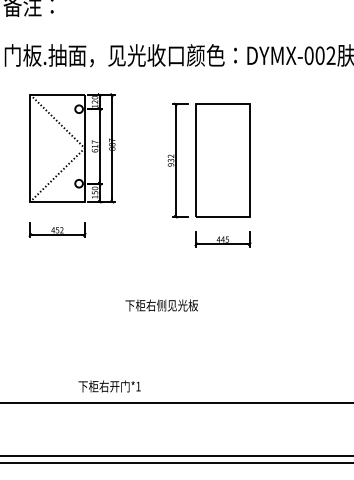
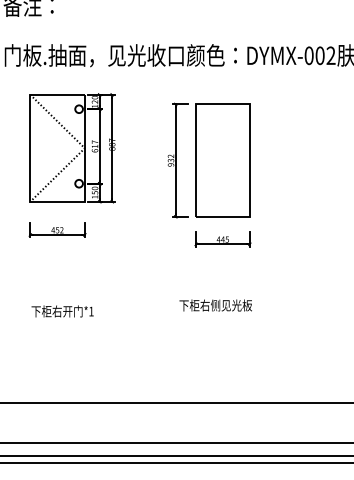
text at (161, 305) position: (161, 305) -> (215, 305)
text at (109, 386) position: (109, 386) -> (62, 311)
line at (176, 442): none -> present
